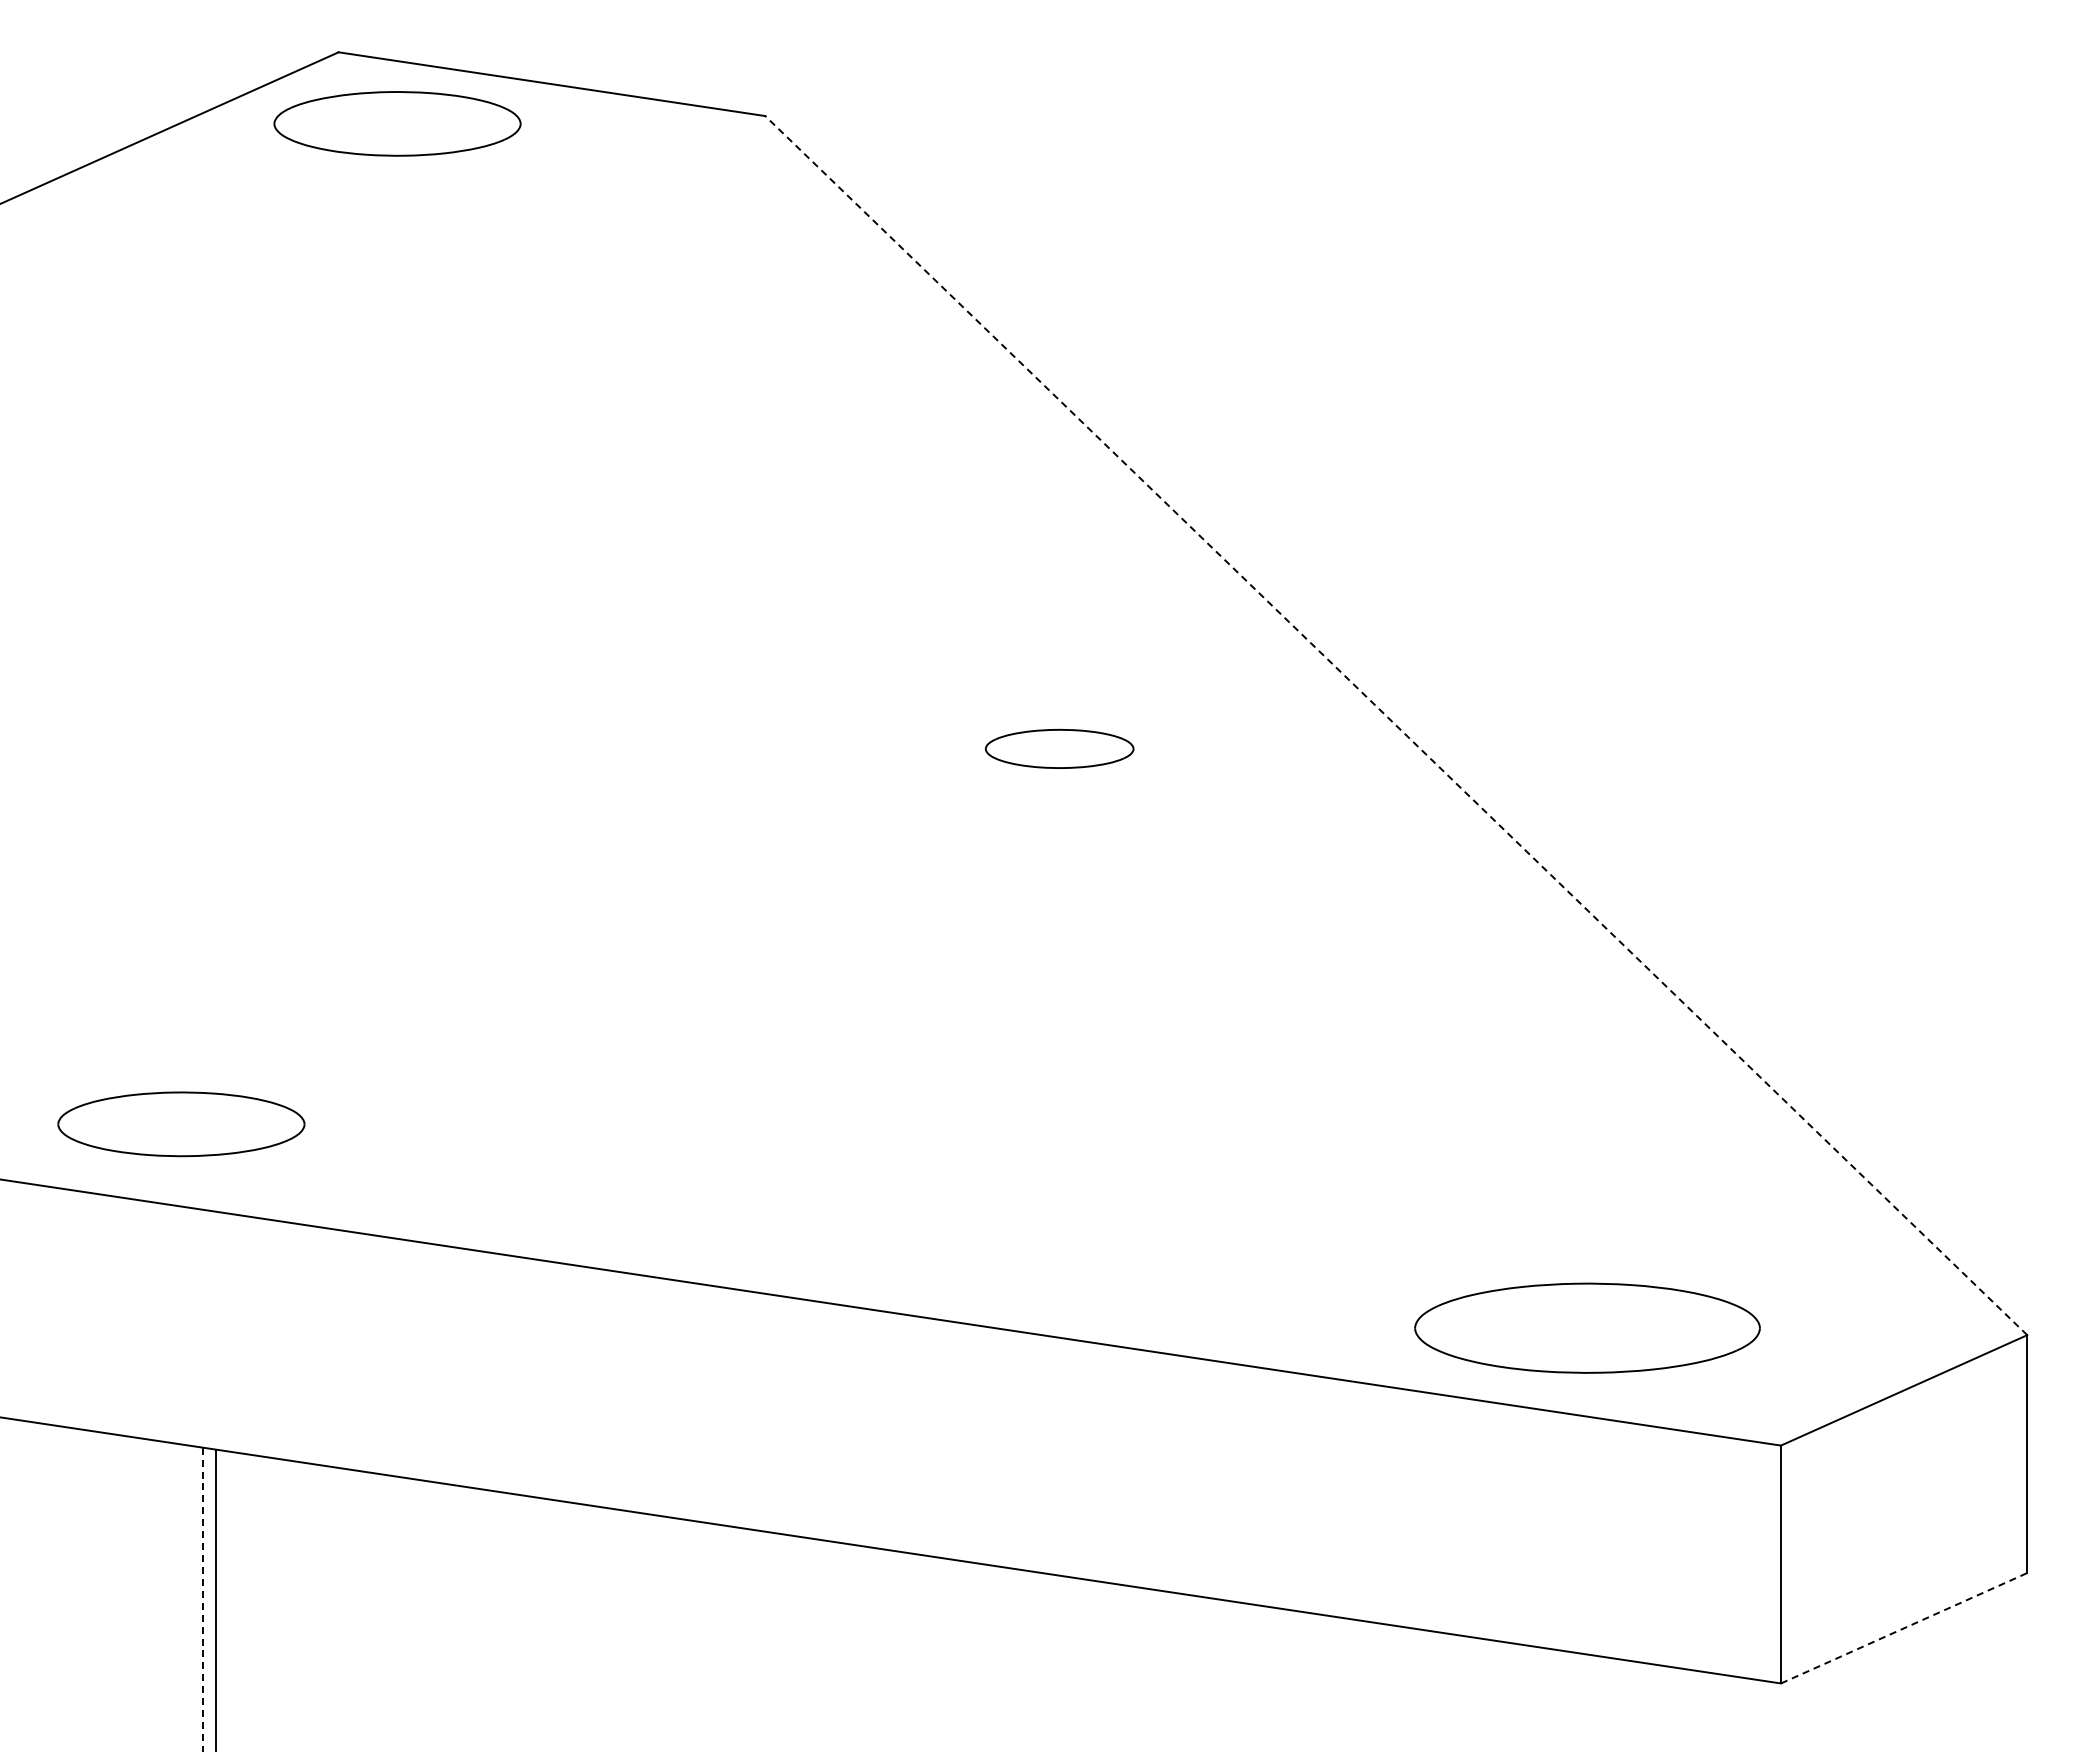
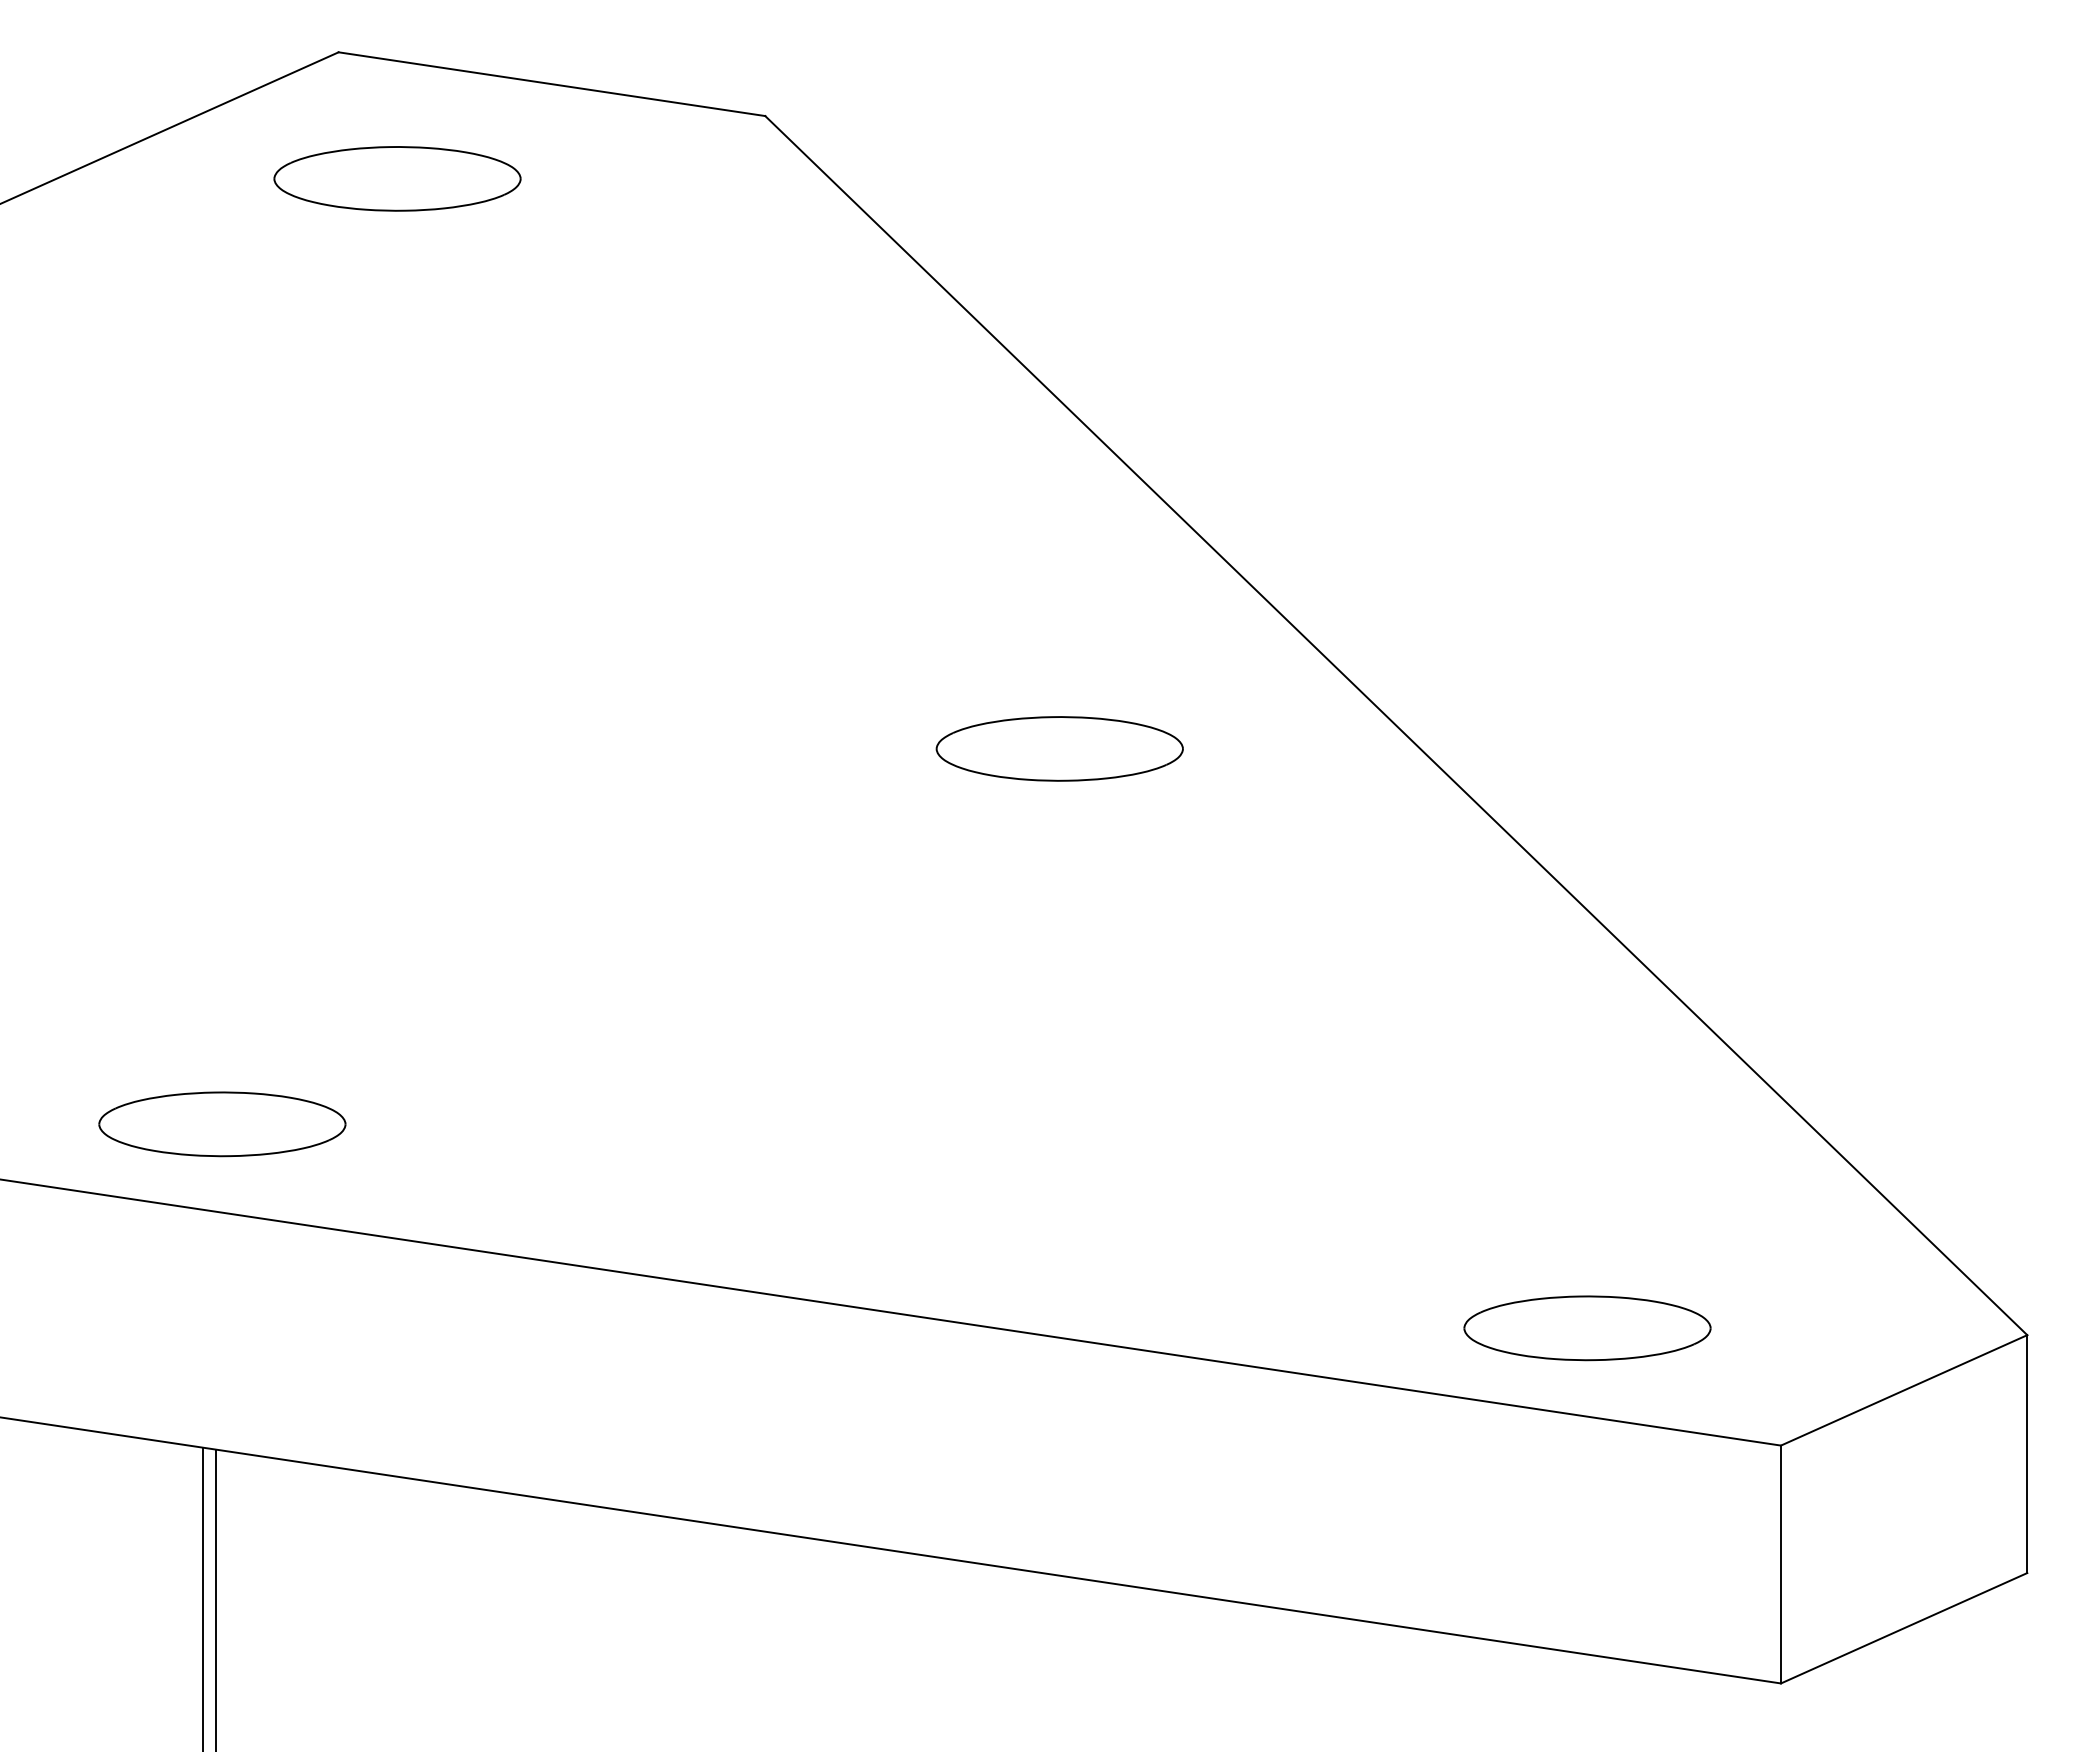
part at (397, 123) position: (397, 123) -> (397, 178)
line at (1395, 725): dashed -> solid
part at (1059, 748) size: 150x41 px -> 249x66 px
part at (181, 1124) position: (181, 1124) -> (222, 1124)
part at (1587, 1327) size: 347x92 px -> 249x67 px
line at (203, 1599): dashed -> solid
line at (1904, 1628): dashed -> solid
